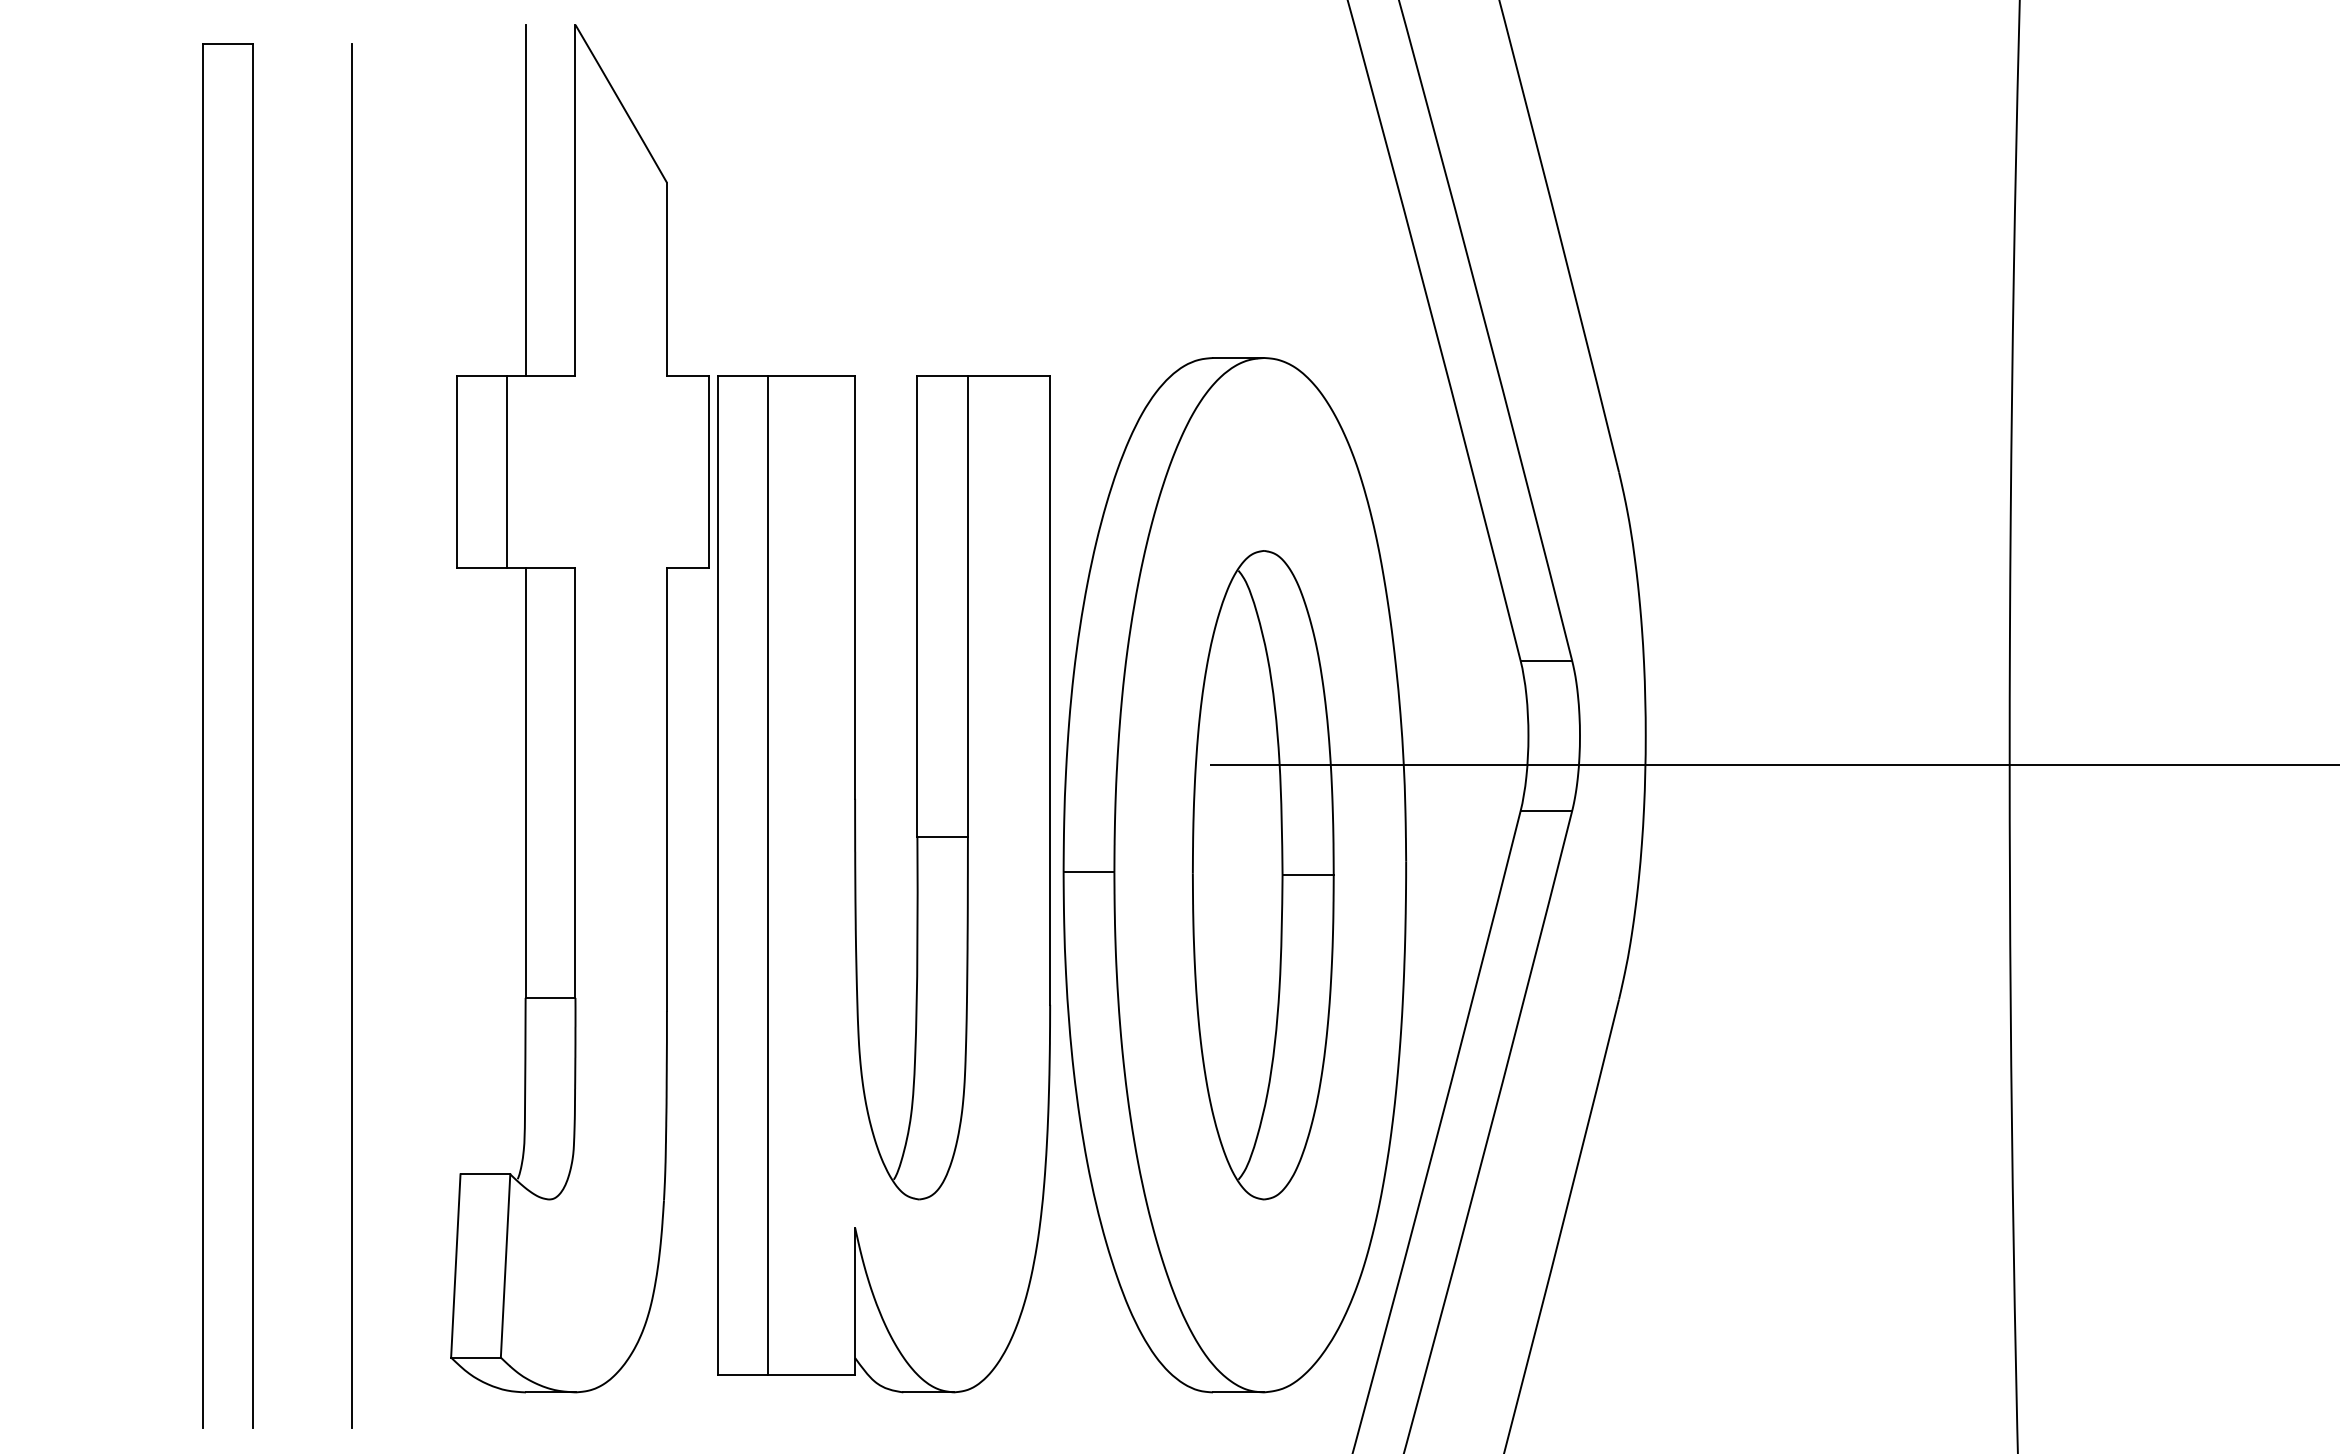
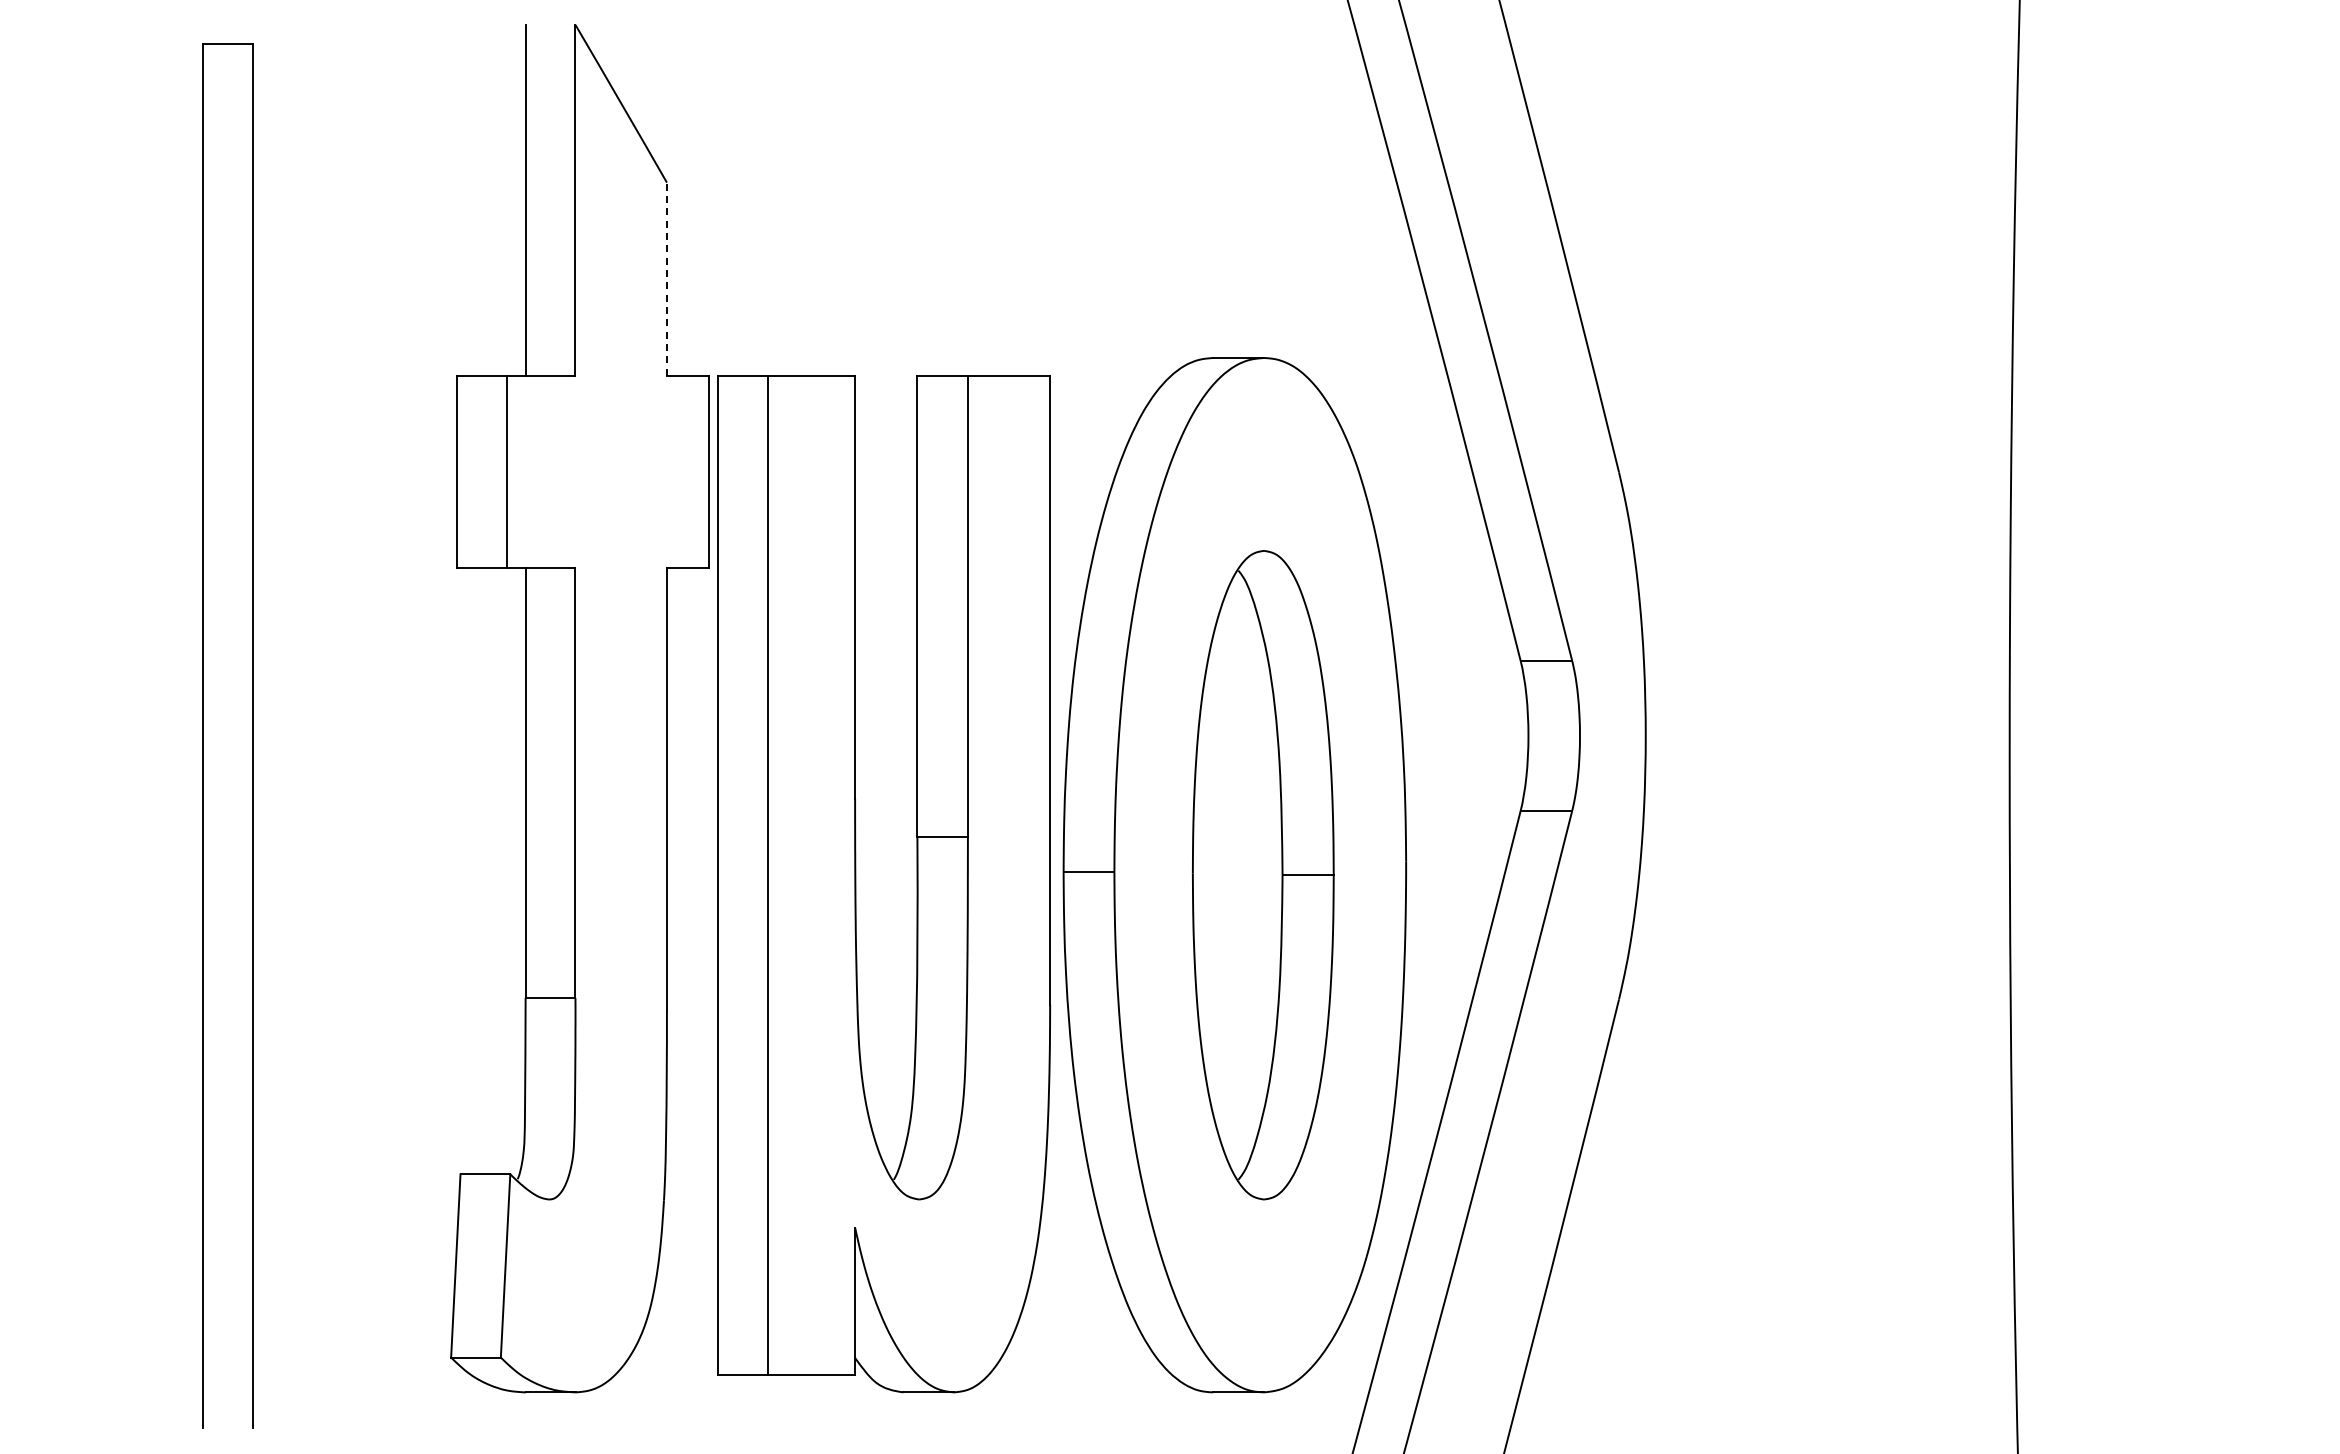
line at (666, 278): solid -> dashed
line at (352, 735): present -> none
line at (1772, 764): present -> none
